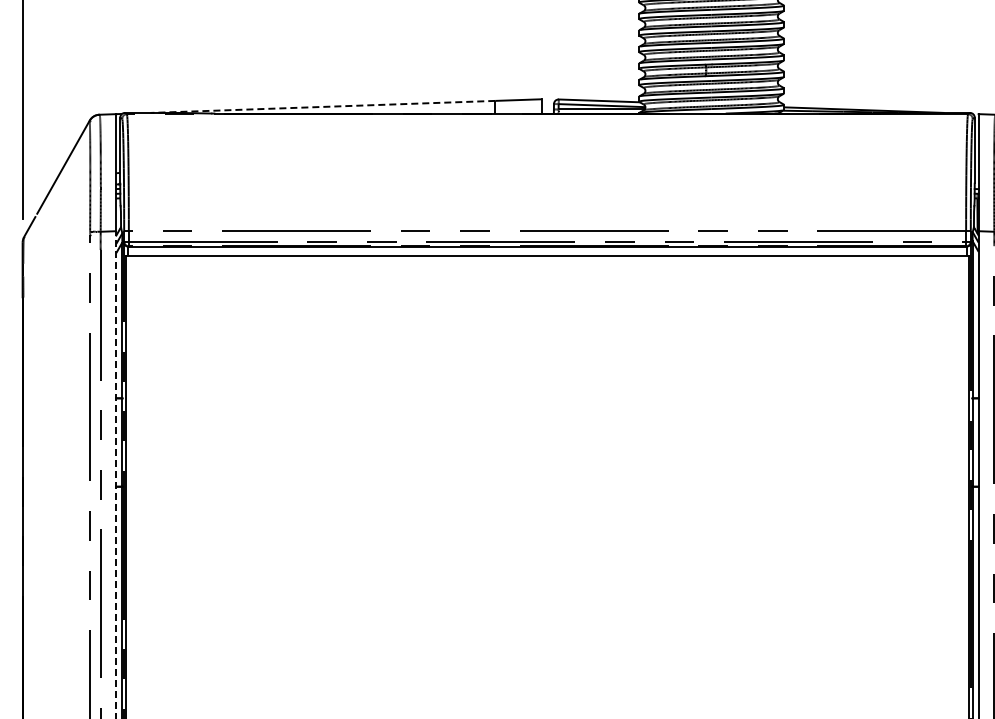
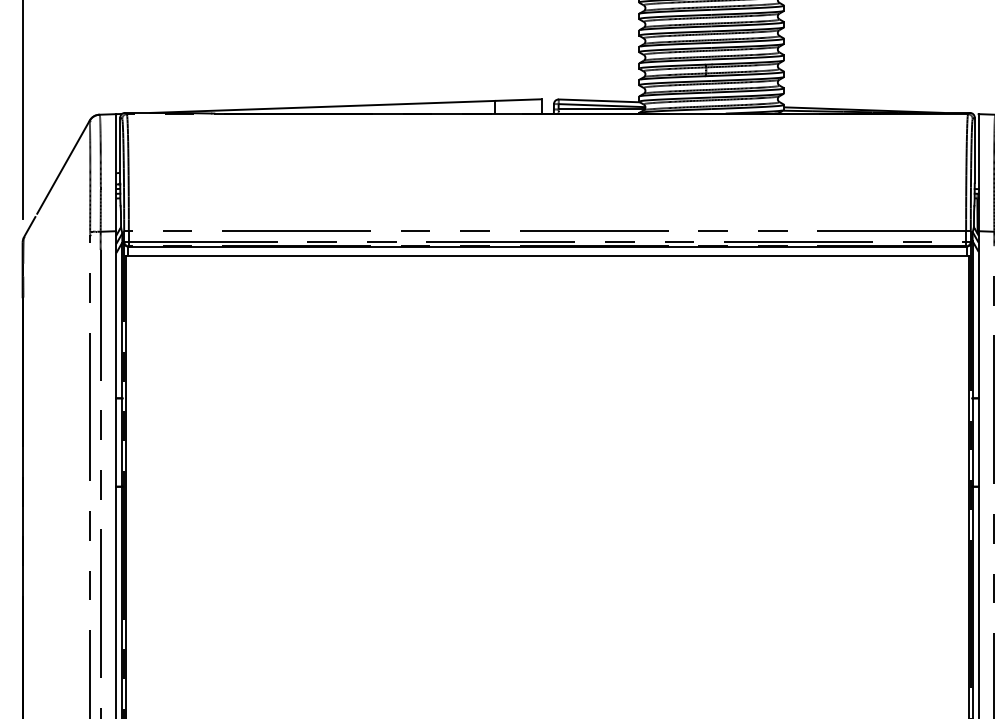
line at (322, 106): dashed -> solid
line at (116, 474): dashed -> solid
